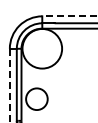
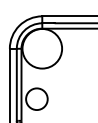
line at (69, 16): dashed -> solid
line at (9, 85): dashed -> solid
